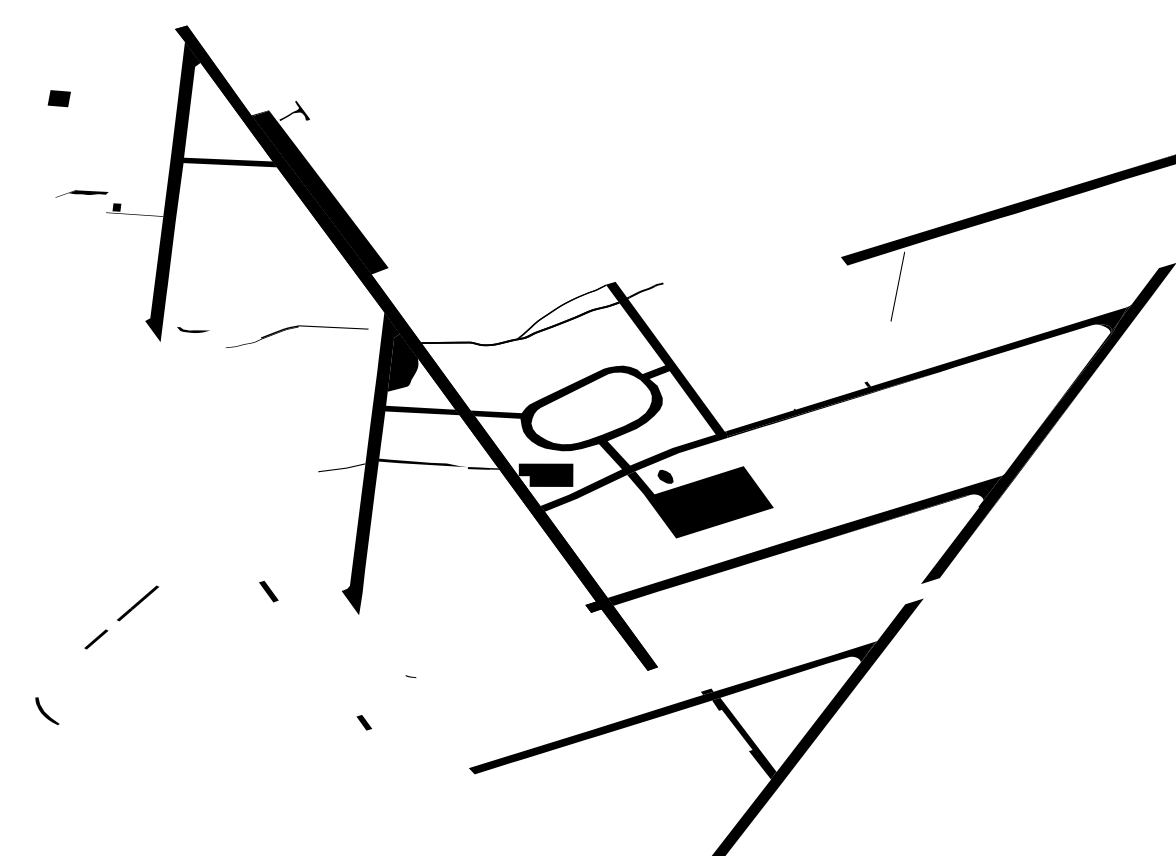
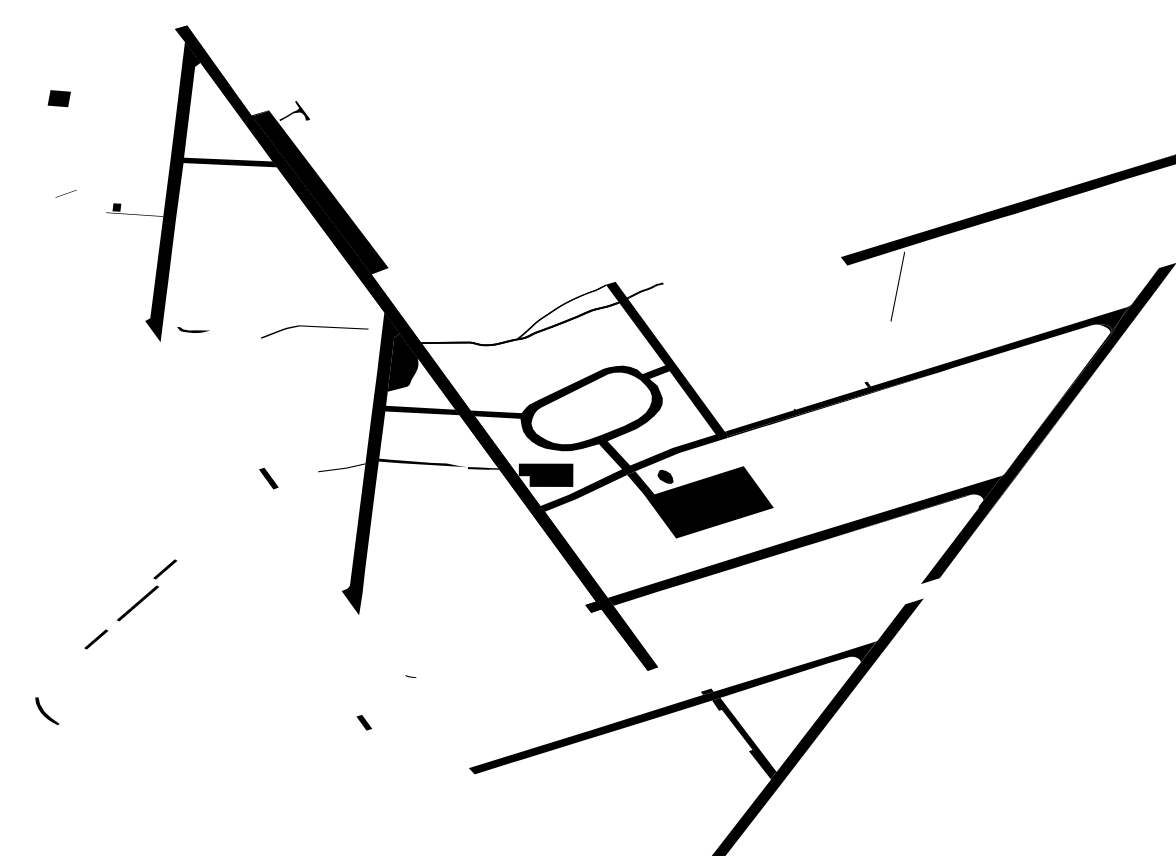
fill at (88, 192): present -> none
fill at (261, 337): present -> none
line at (165, 569): none -> present
part at (268, 591) position: (268, 591) -> (268, 478)
